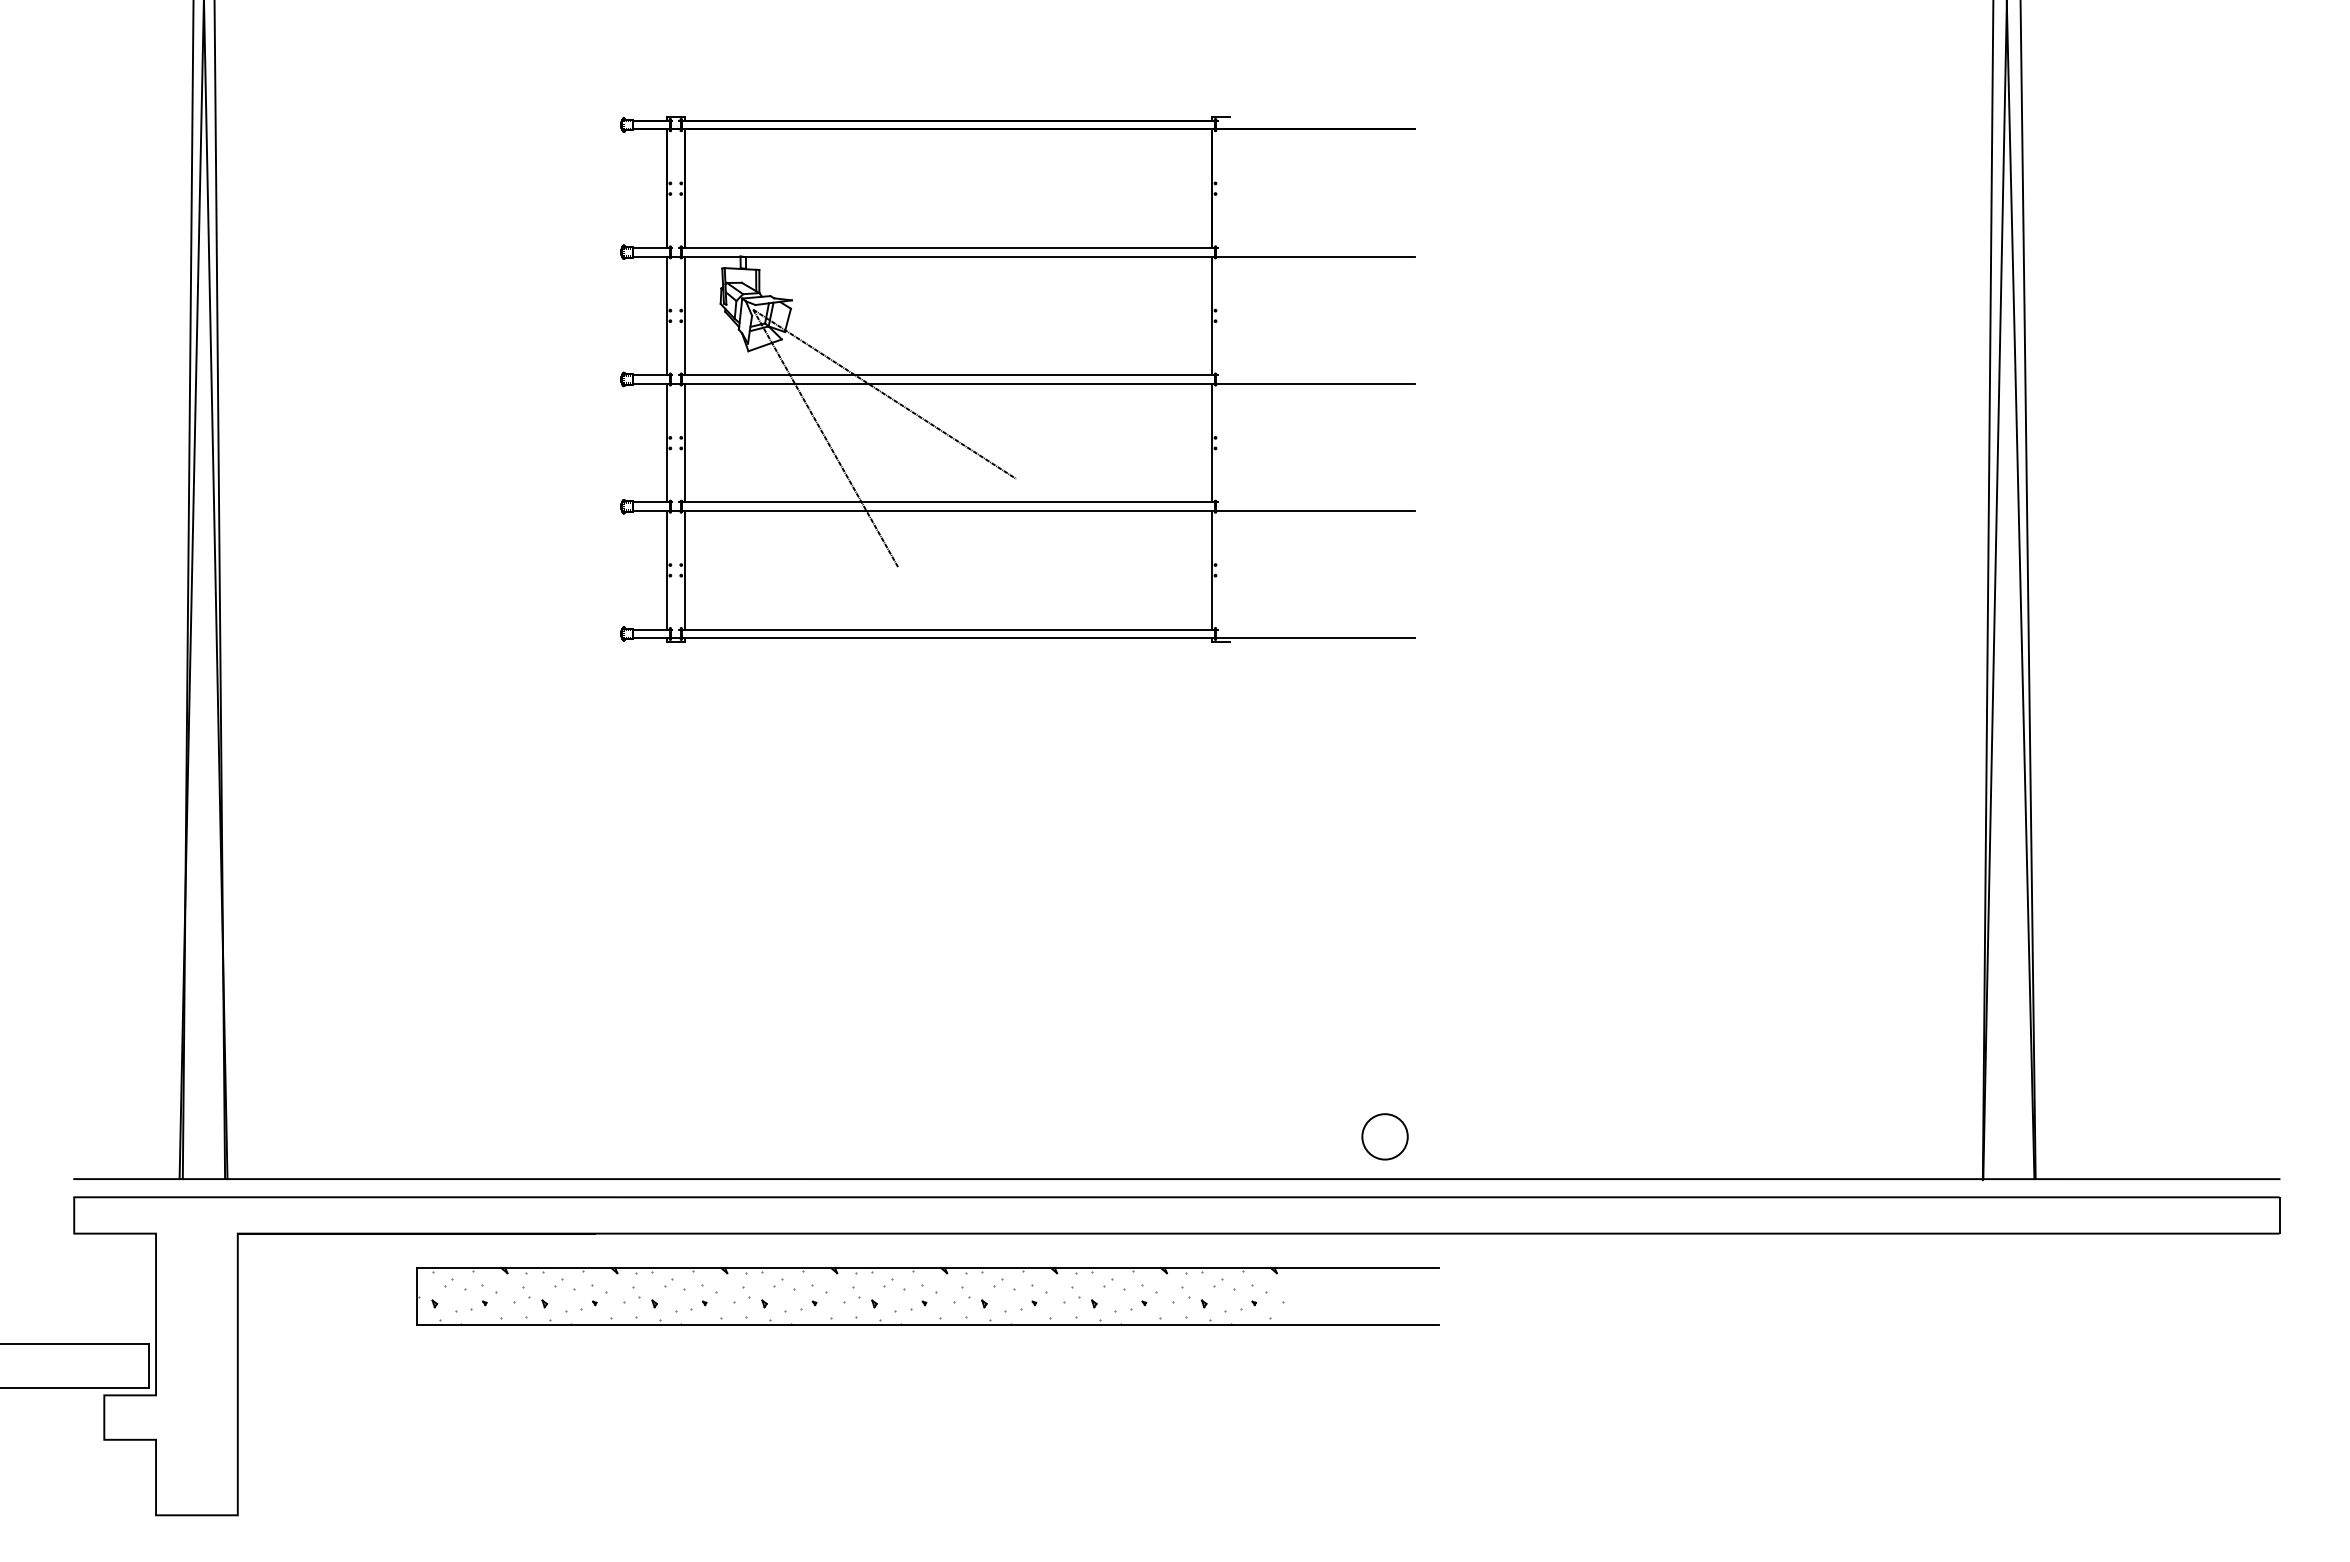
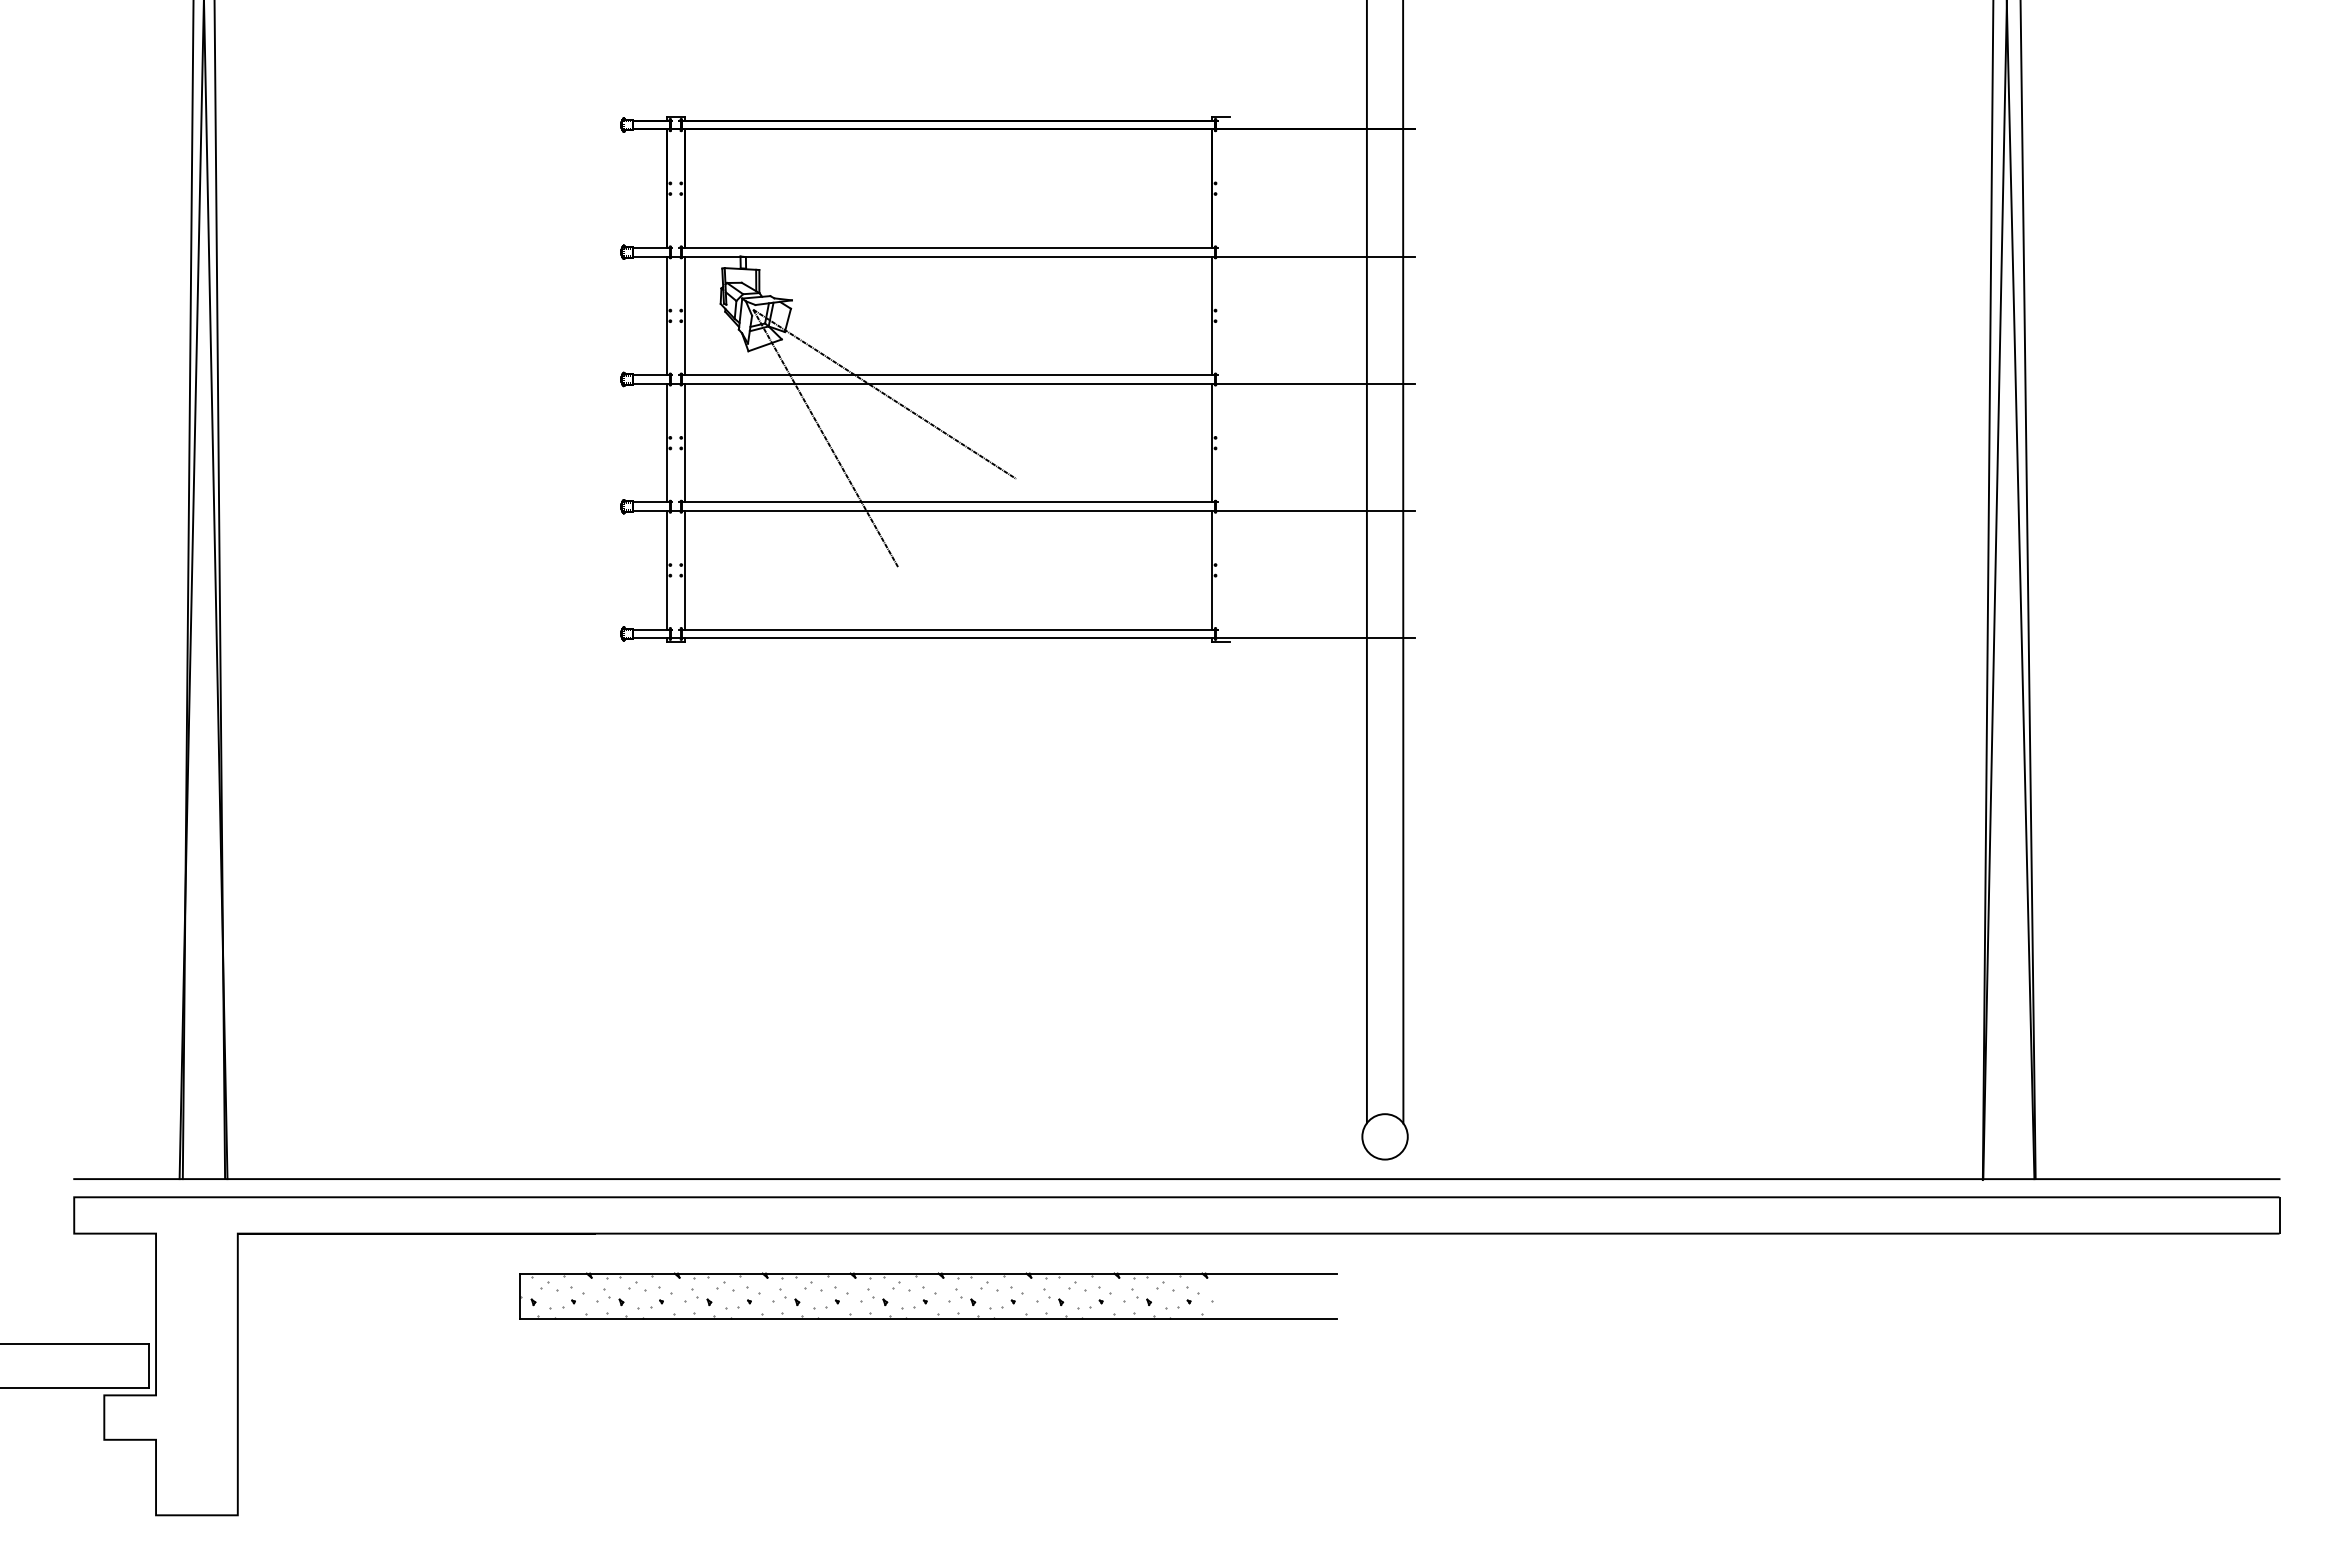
line at (1366, 562): none -> present
line at (1403, 562): none -> present
part at (927, 1295) size: 1024x60 px -> 819x48 px
